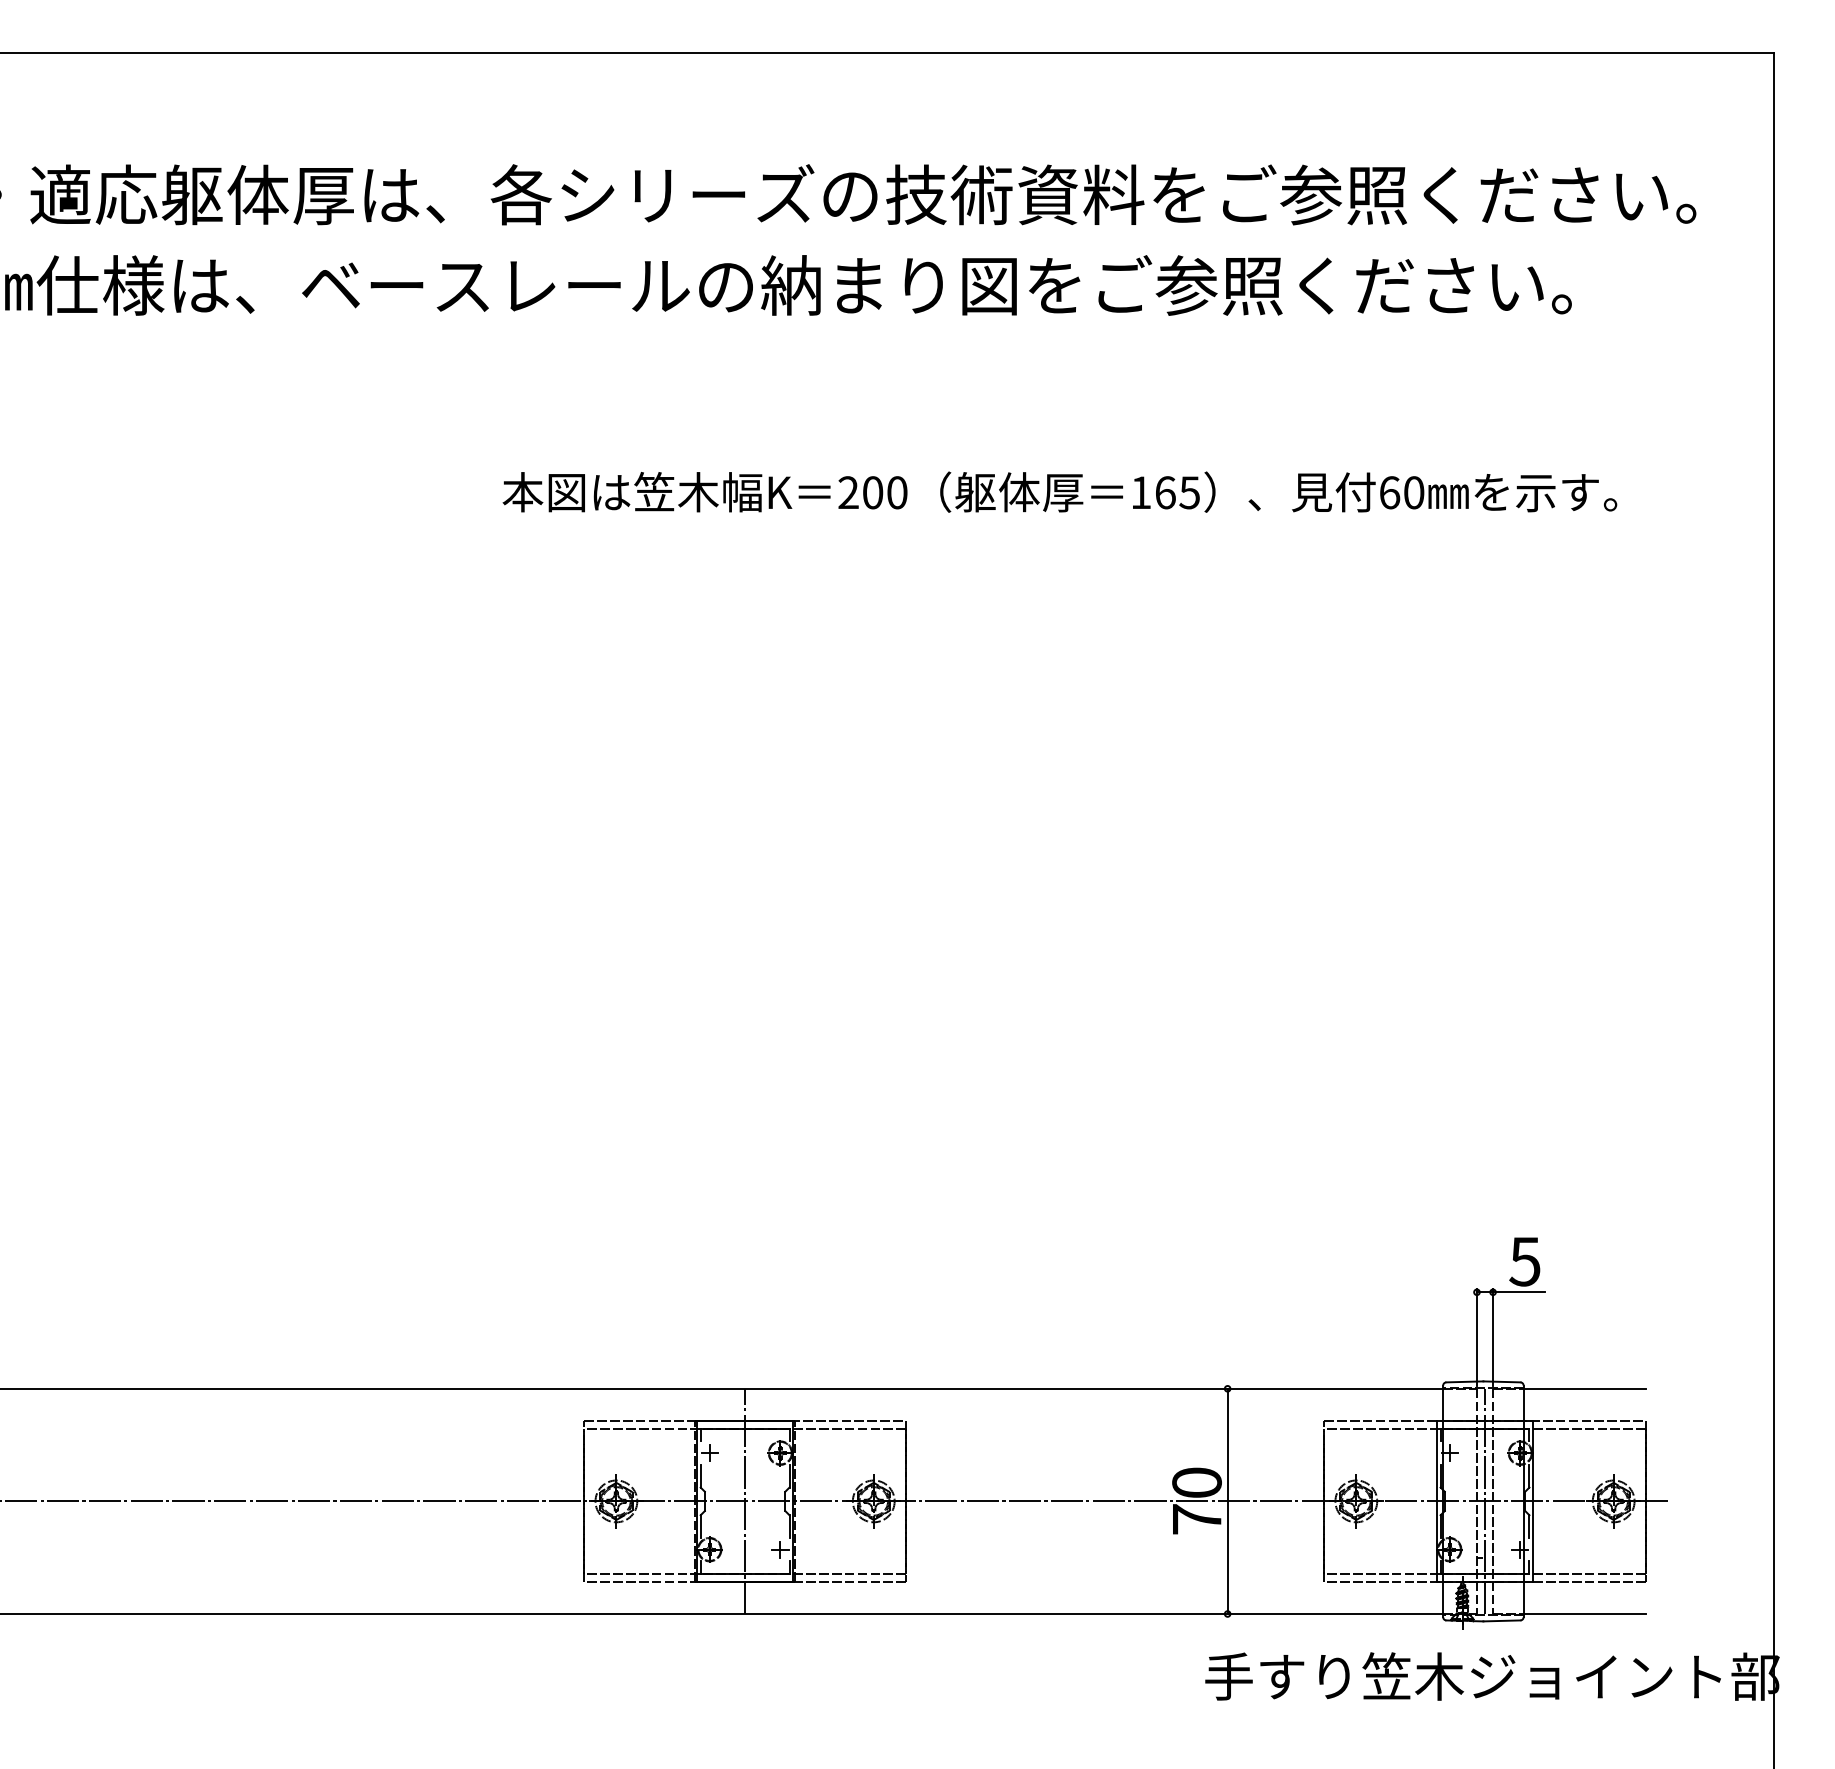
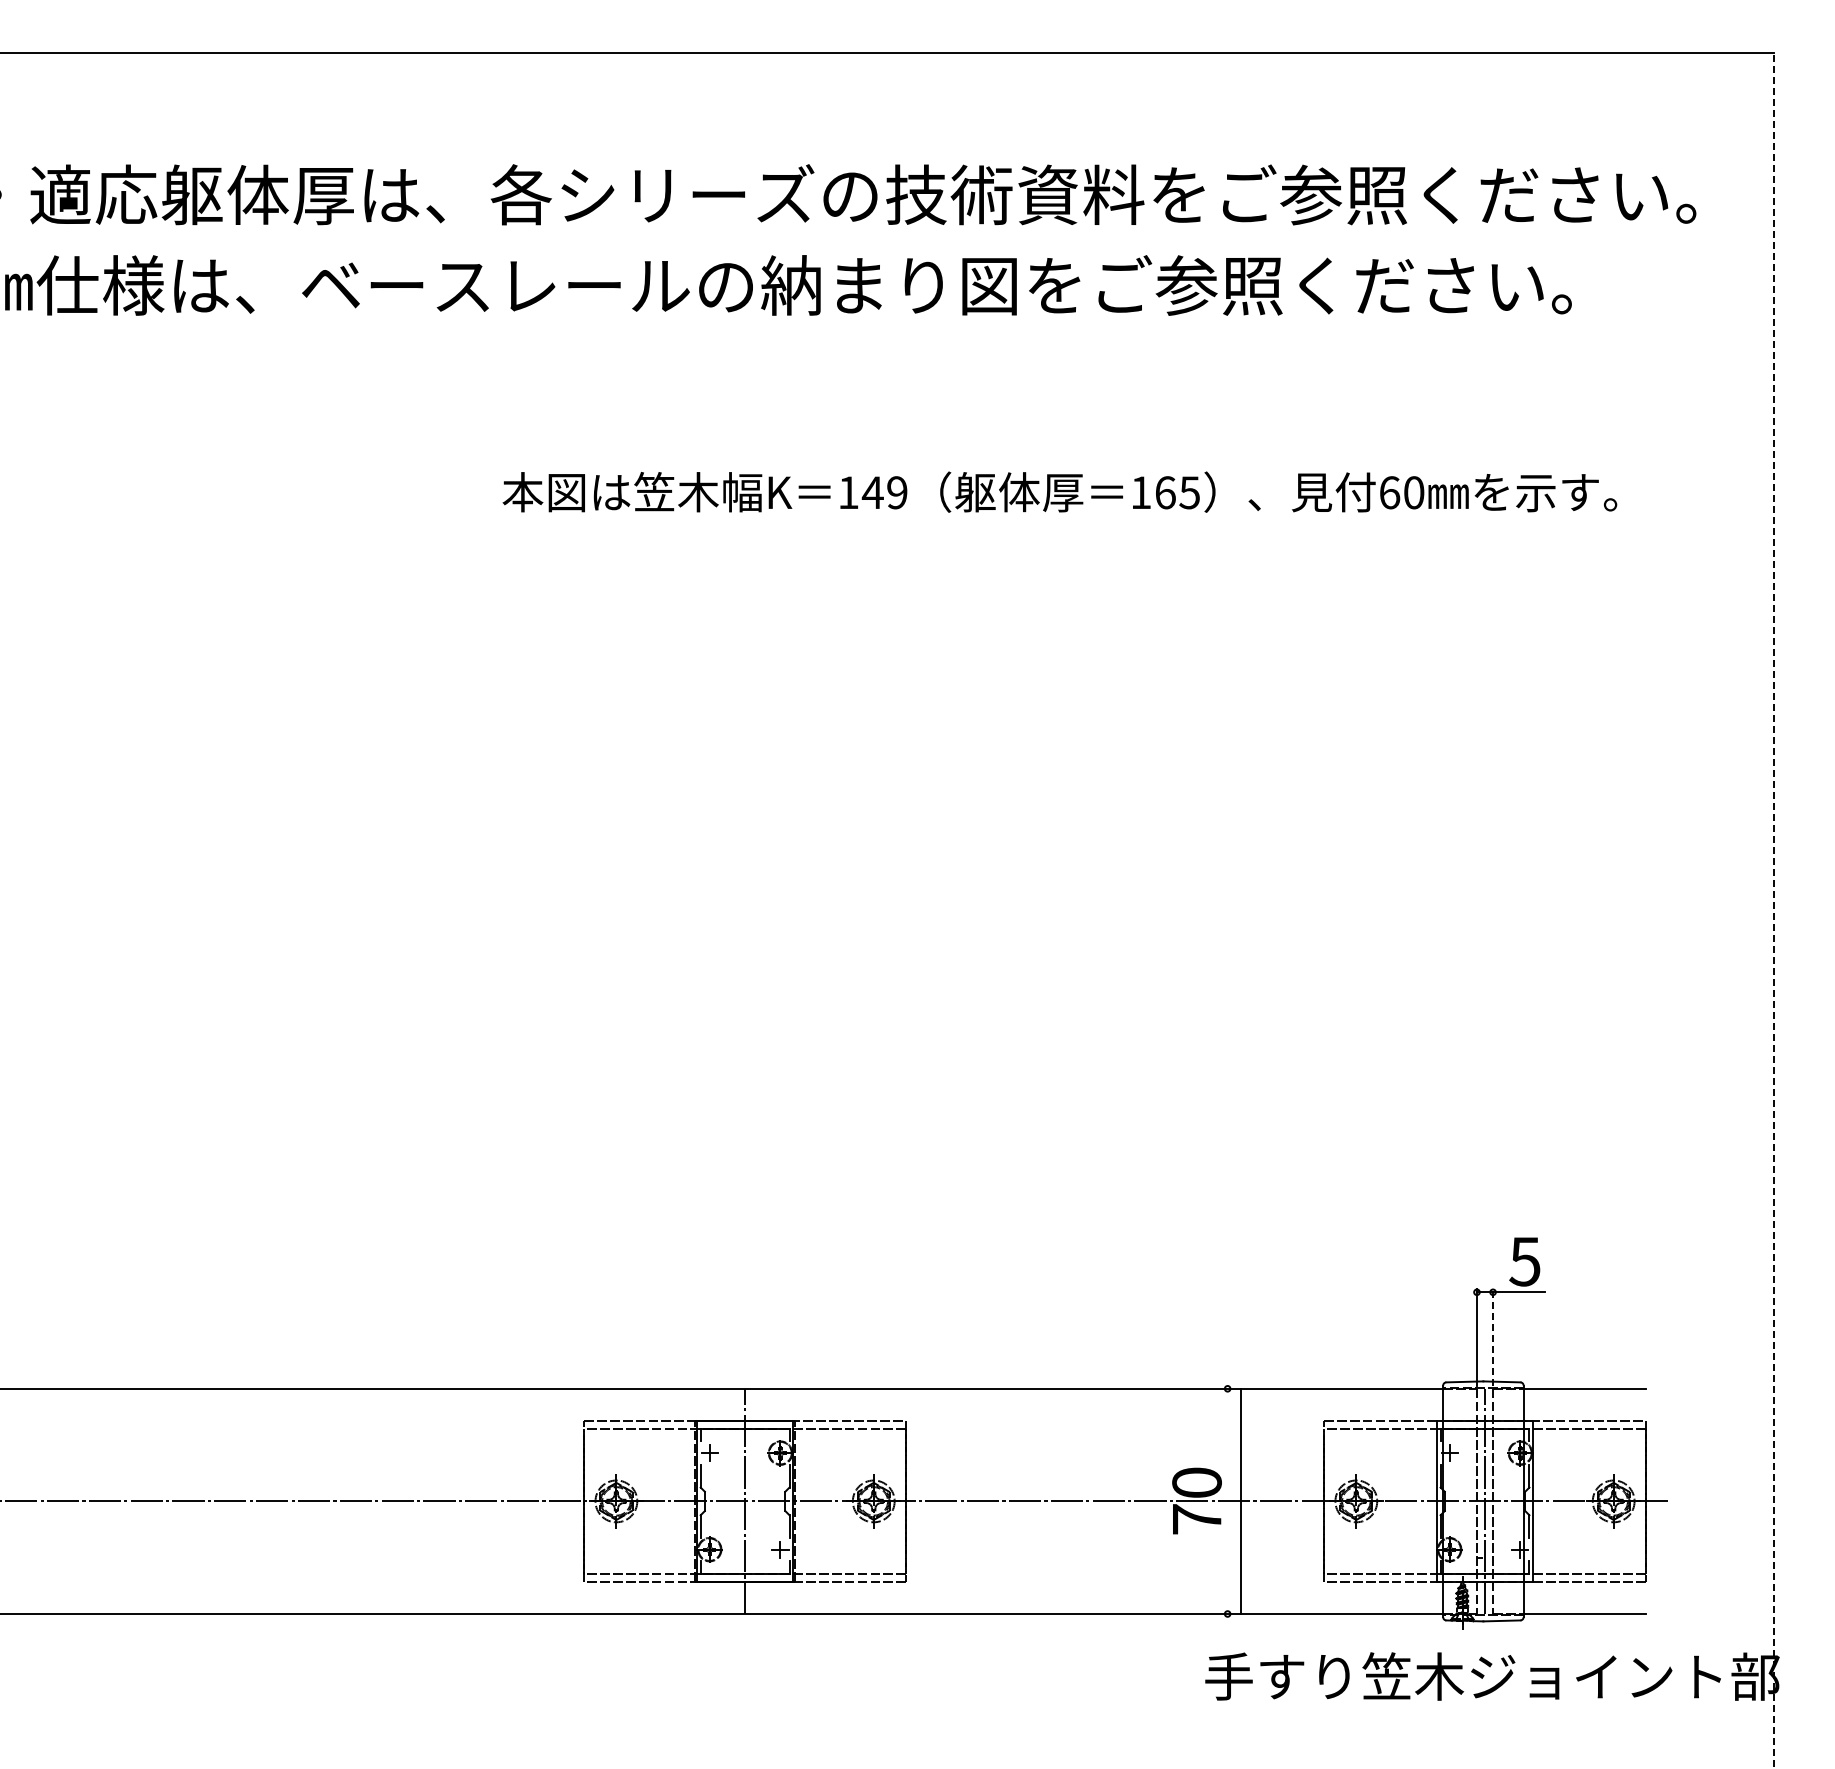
text at (872, 492): 200 -> 149
line at (1773, 910): solid -> dashed
line at (1493, 1336): solid -> dashed
line at (1227, 1501) position: (1227, 1501) -> (1240, 1501)
